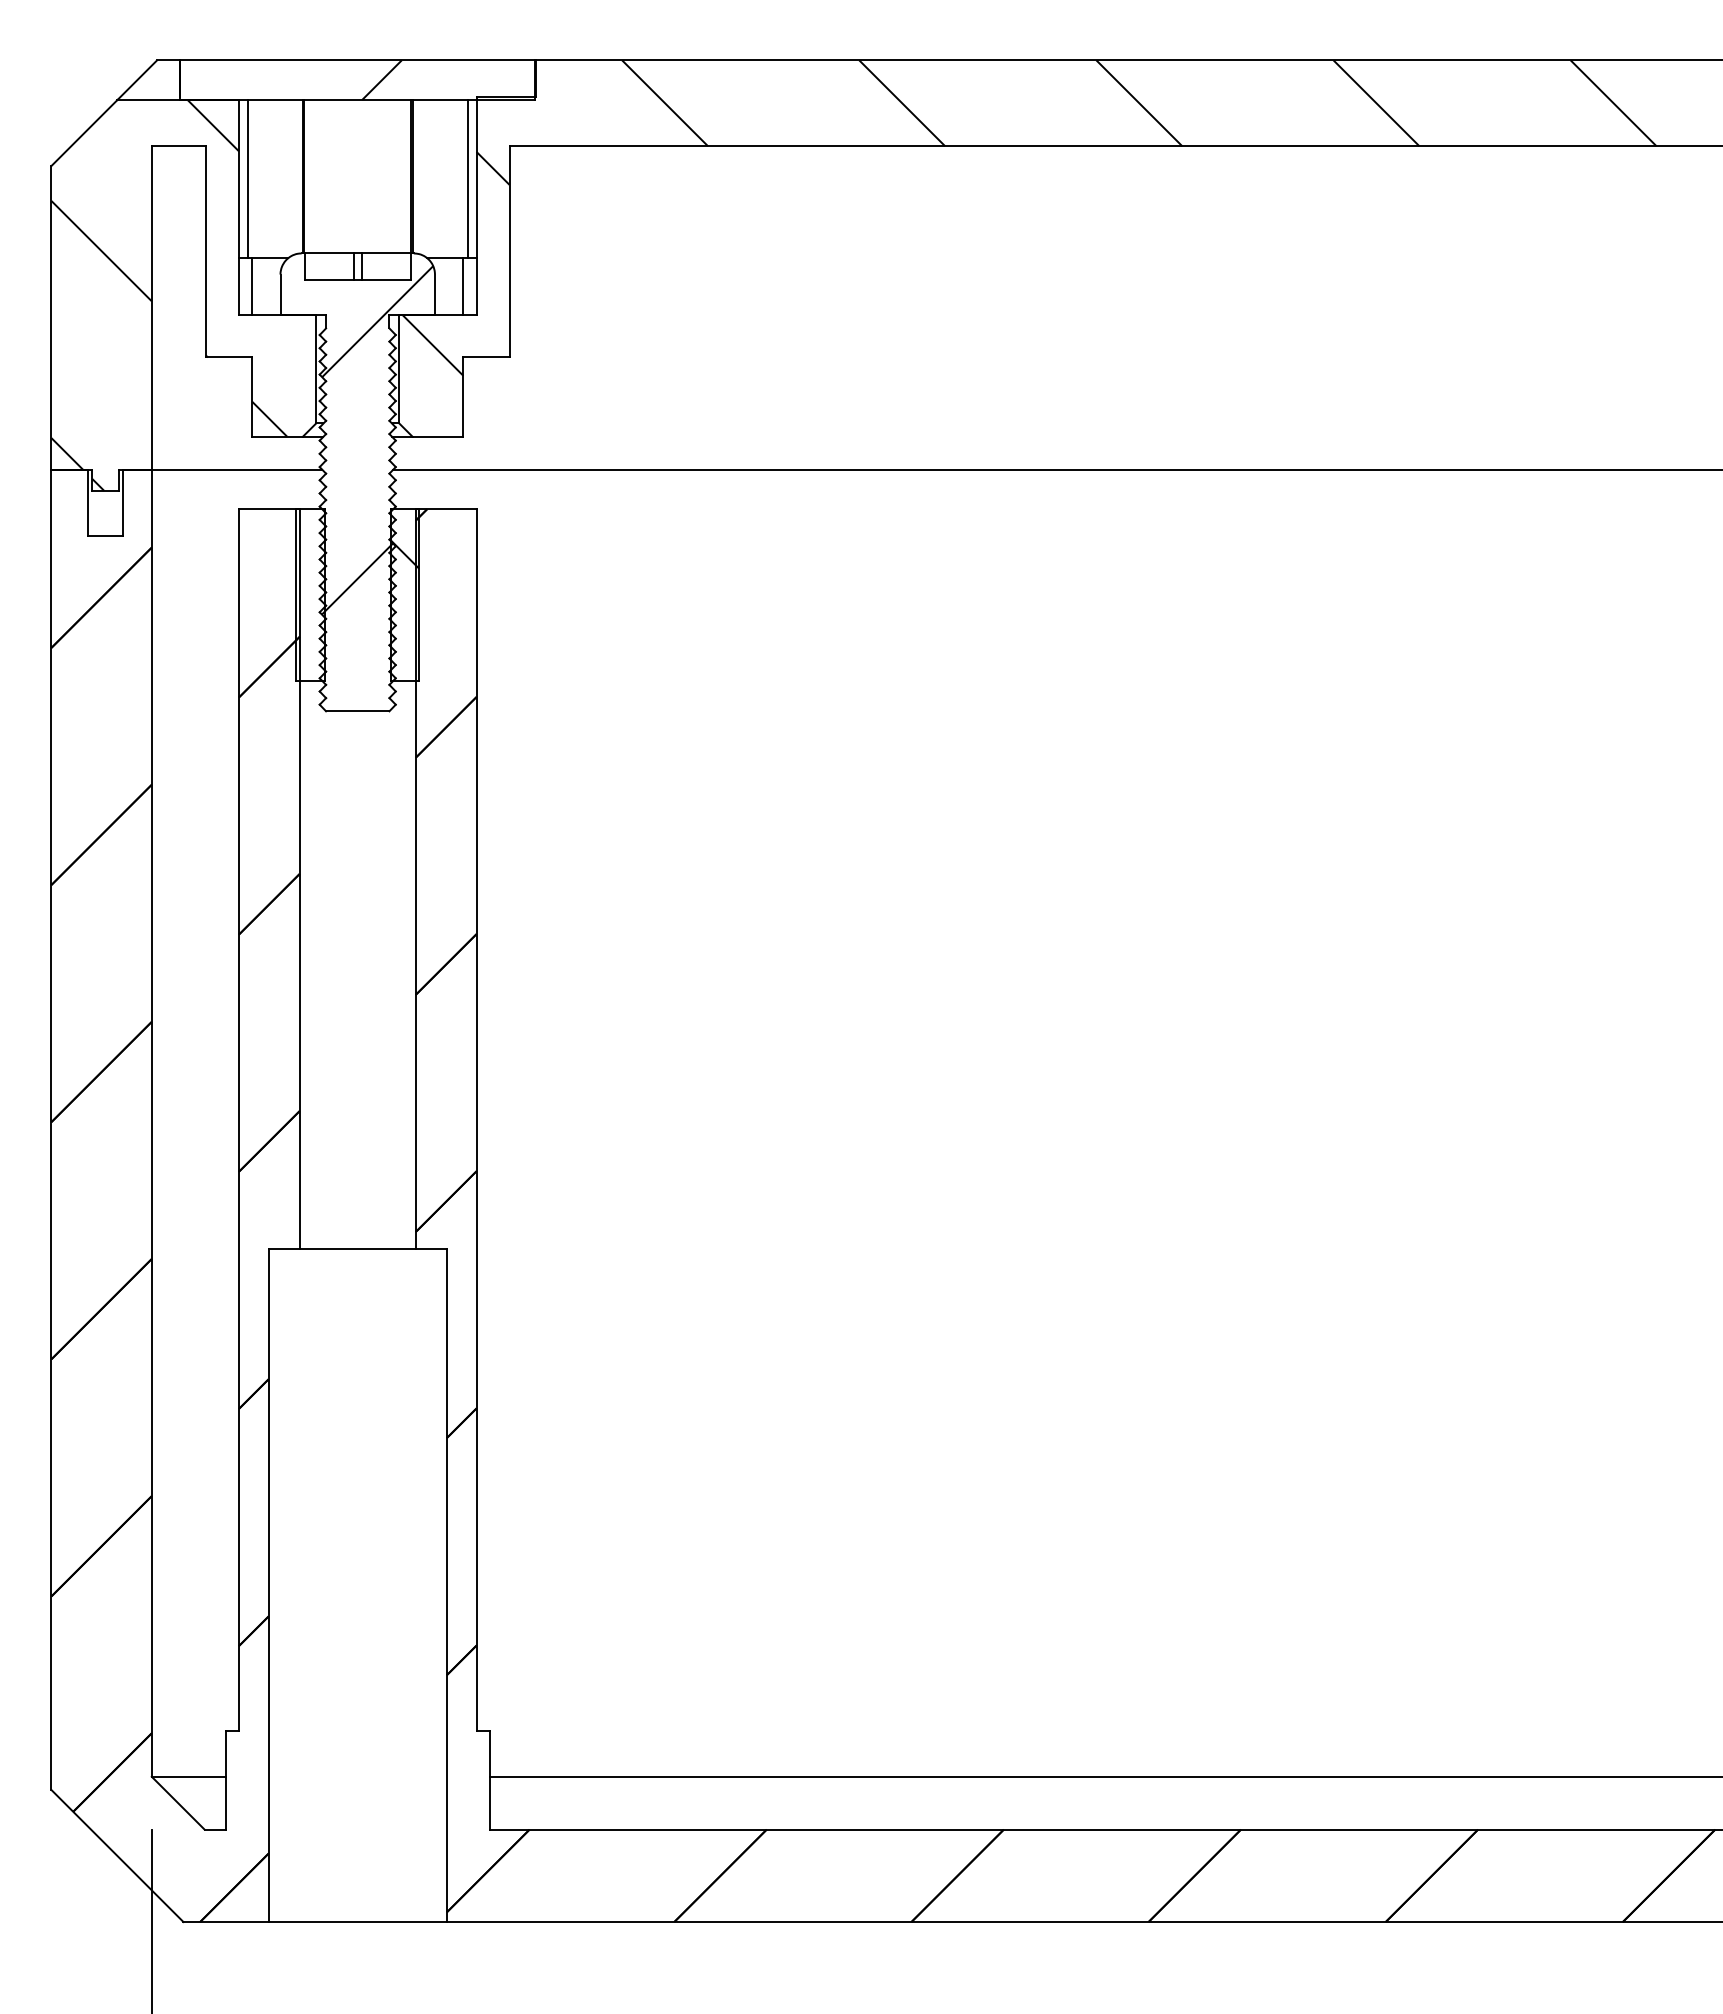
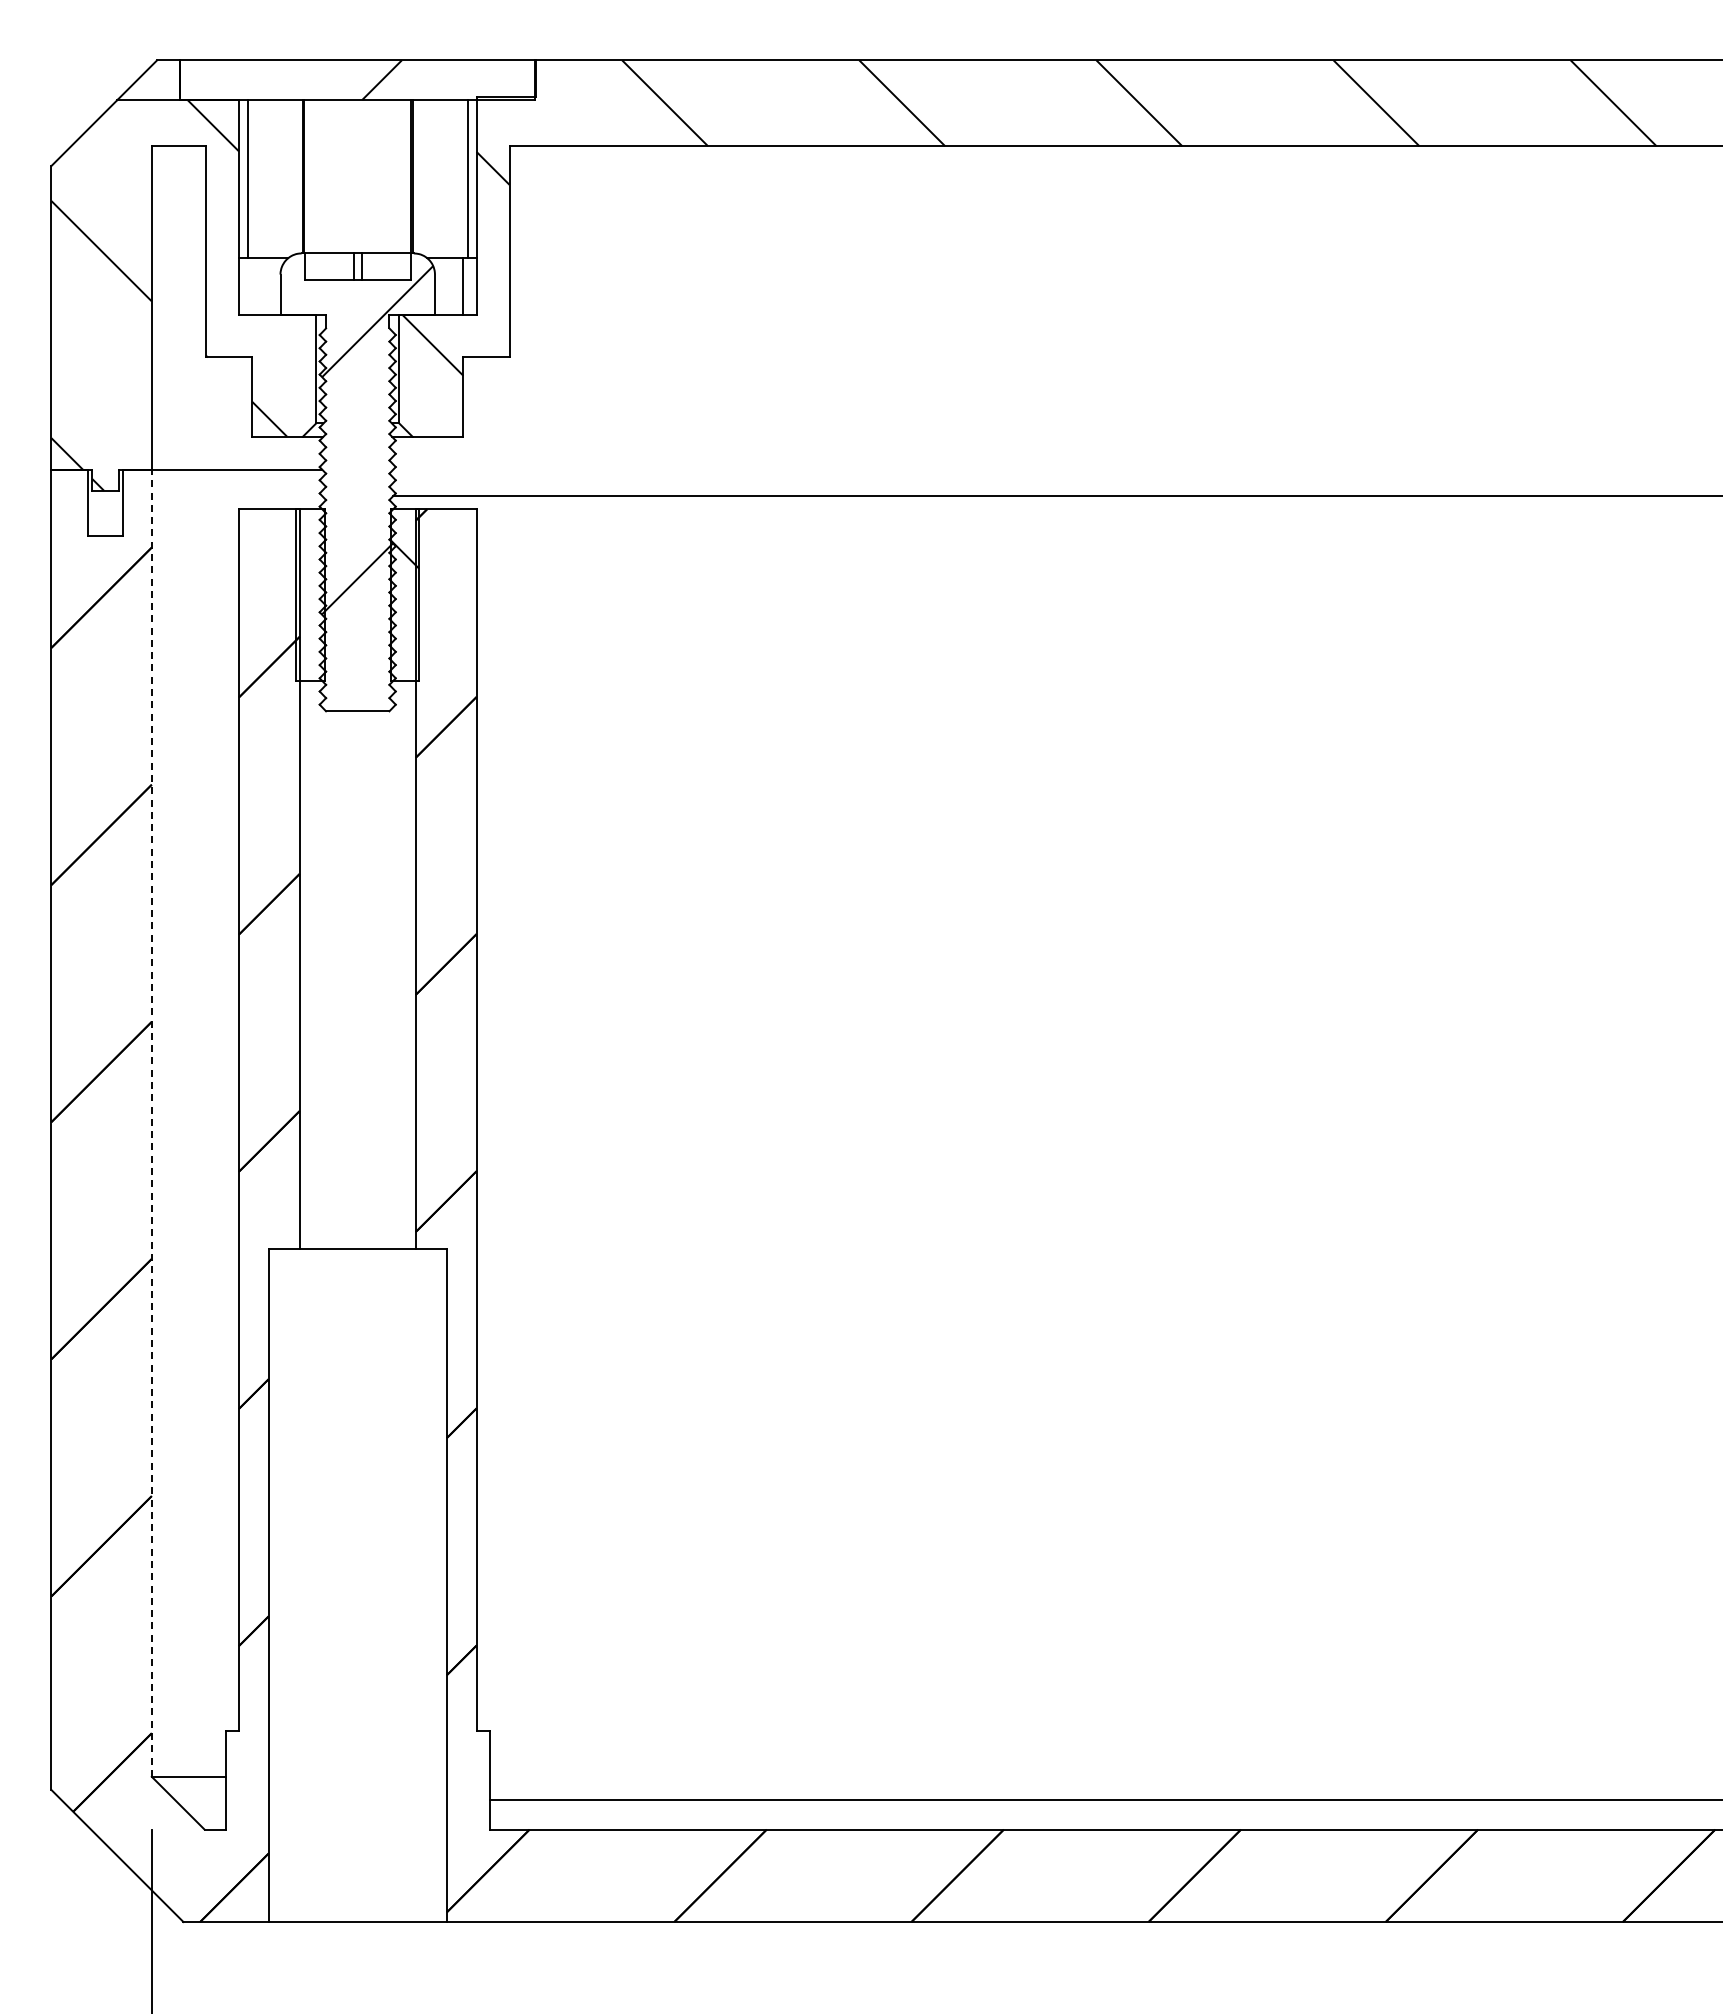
line at (252, 286): present -> none
line at (1056, 469) position: (1056, 469) -> (1056, 495)
line at (151, 1123): solid -> dashed
line at (1104, 1776) position: (1104, 1776) -> (1104, 1799)
